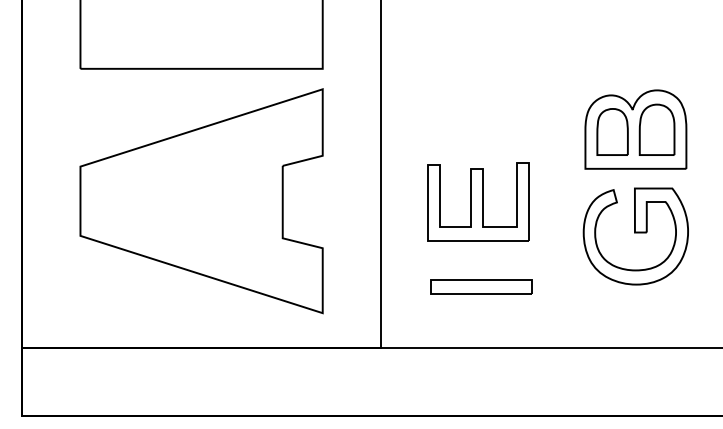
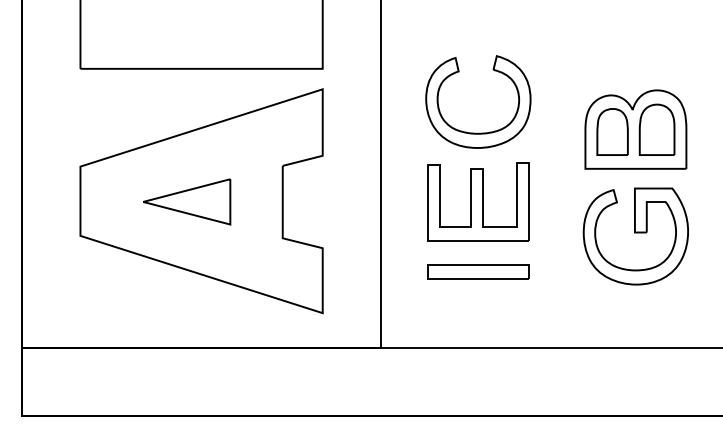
part at (478, 132): none -> present
part at (187, 201): none -> present
part at (481, 286) position: (481, 286) -> (478, 271)
